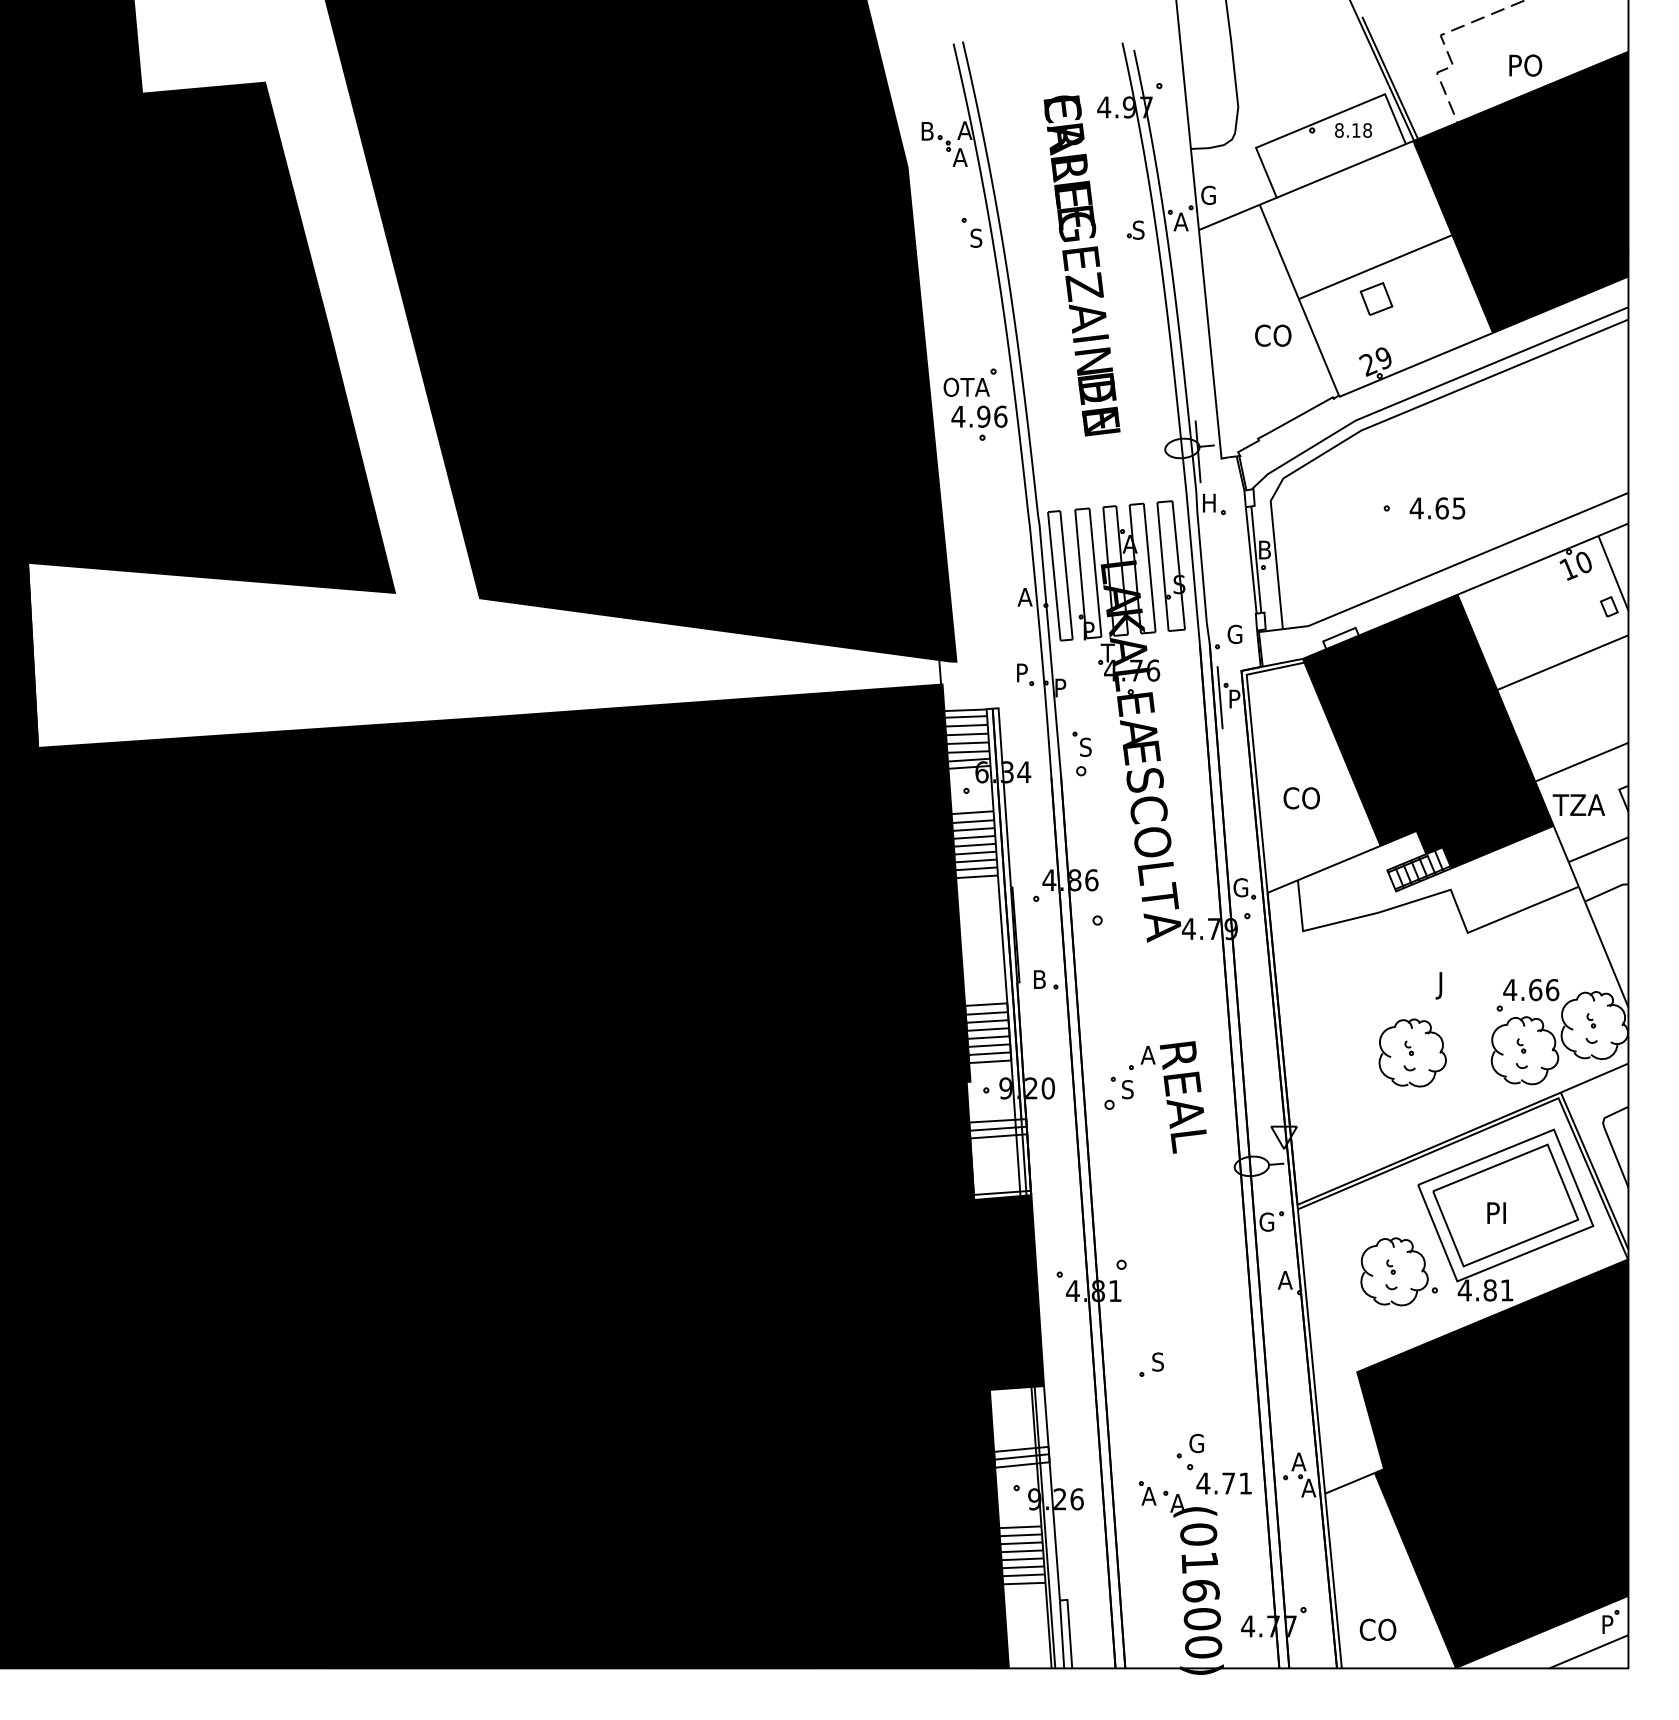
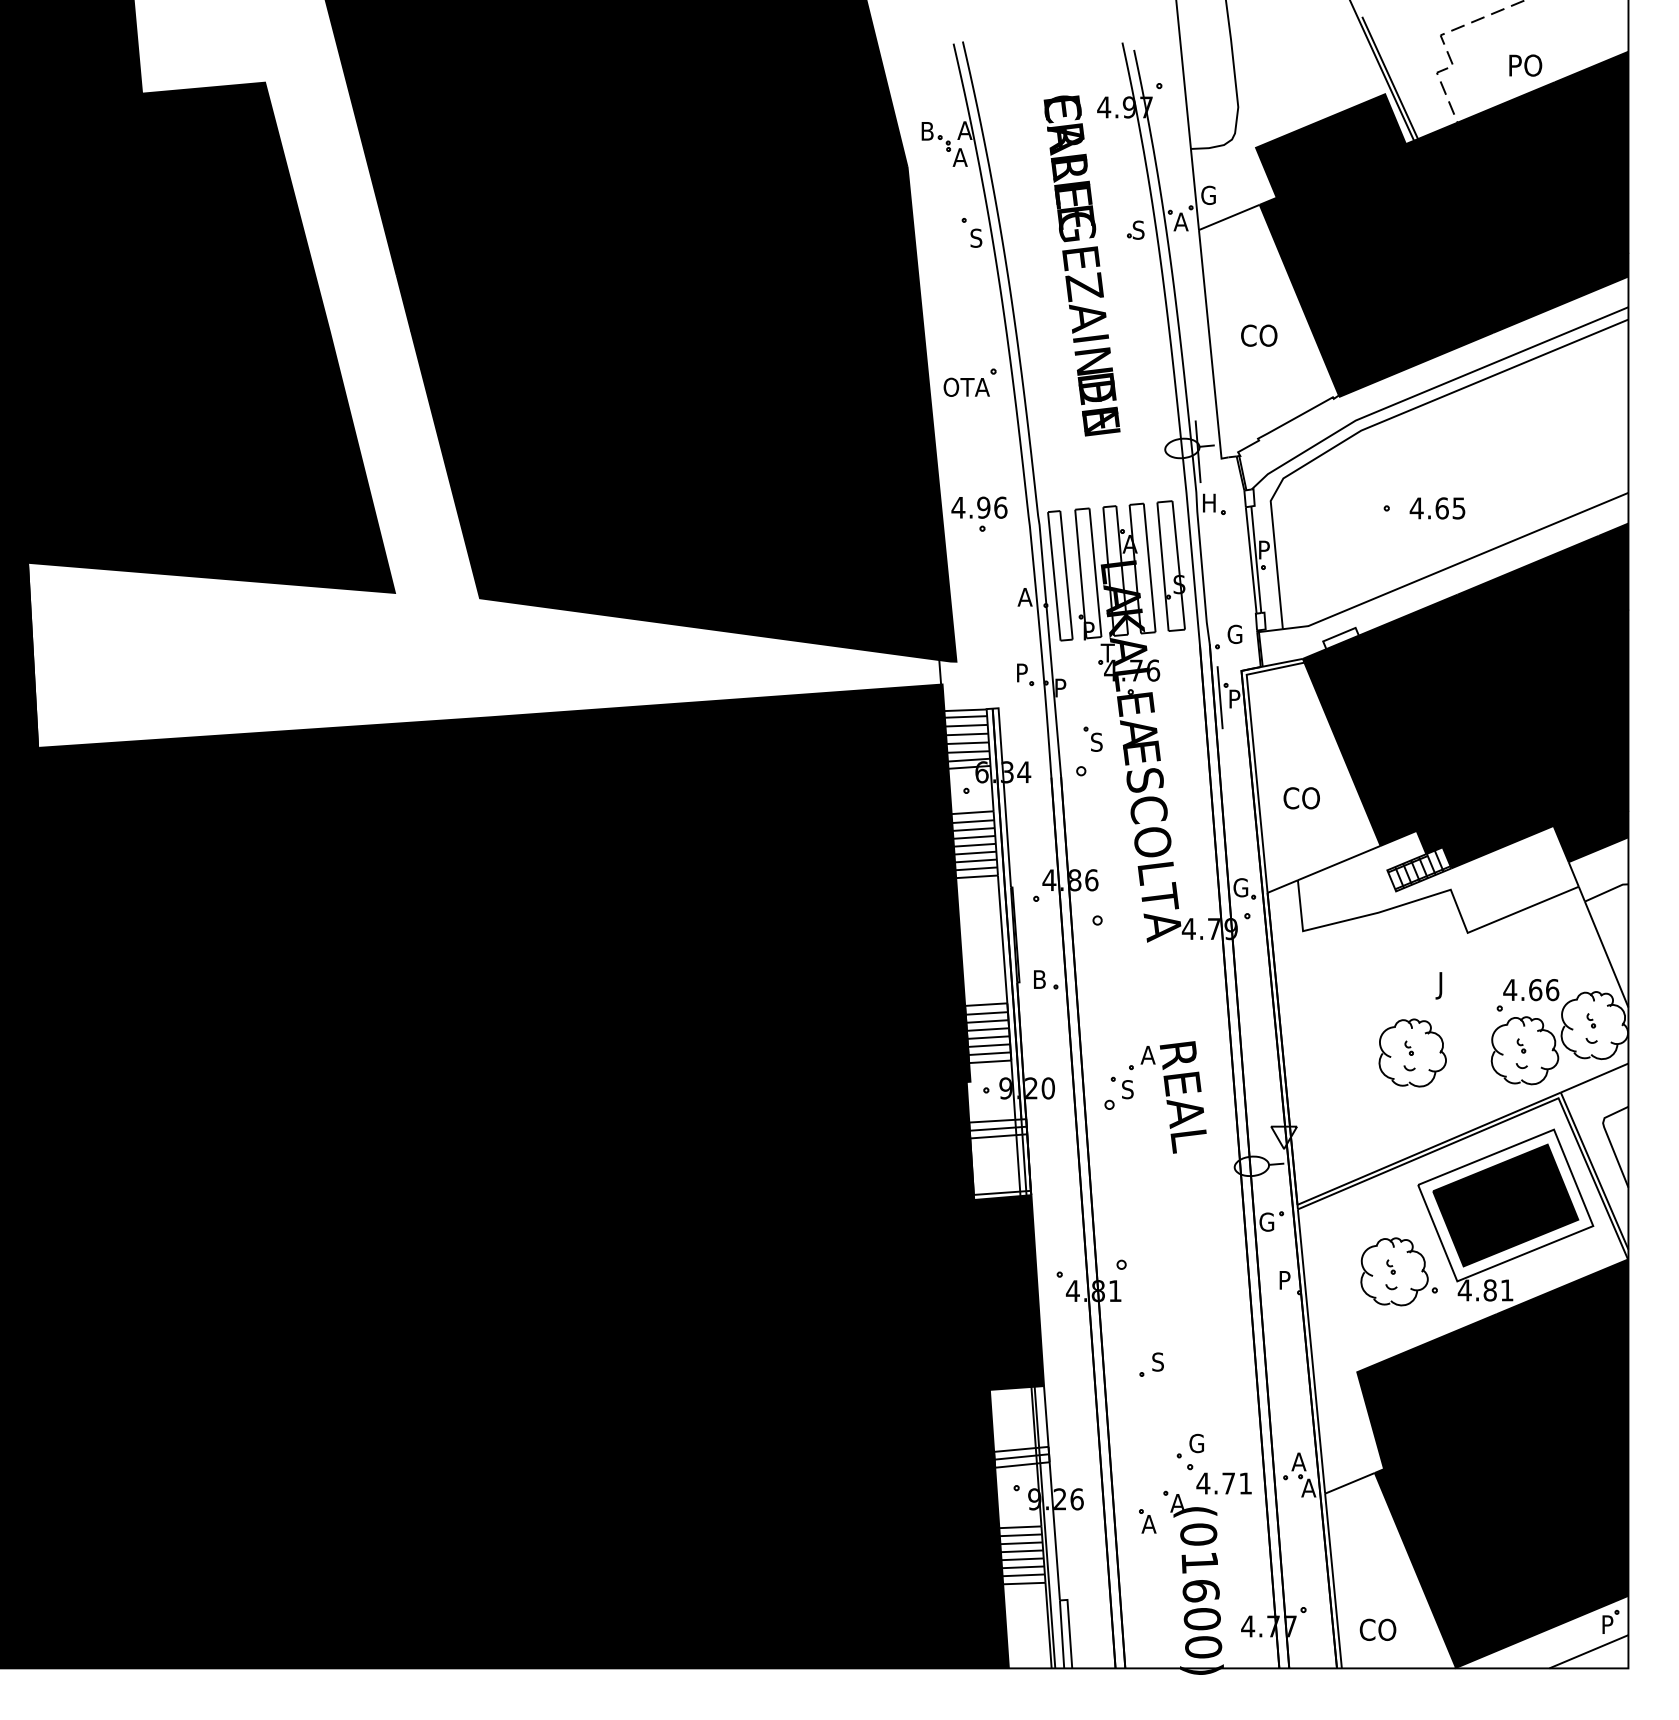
fill at (1374, 245): none -> present
text at (1273, 335) position: (1273, 335) -> (1259, 335)
part at (979, 422) position: (979, 422) -> (979, 513)
text at (1265, 549): B -> P
fill at (1542, 692): none -> present
part at (1081, 743) position: (1081, 743) -> (1092, 738)
fill at (1505, 1205): none -> present
text at (1284, 1280): A -> P
part at (1147, 1493) position: (1147, 1493) -> (1147, 1521)
